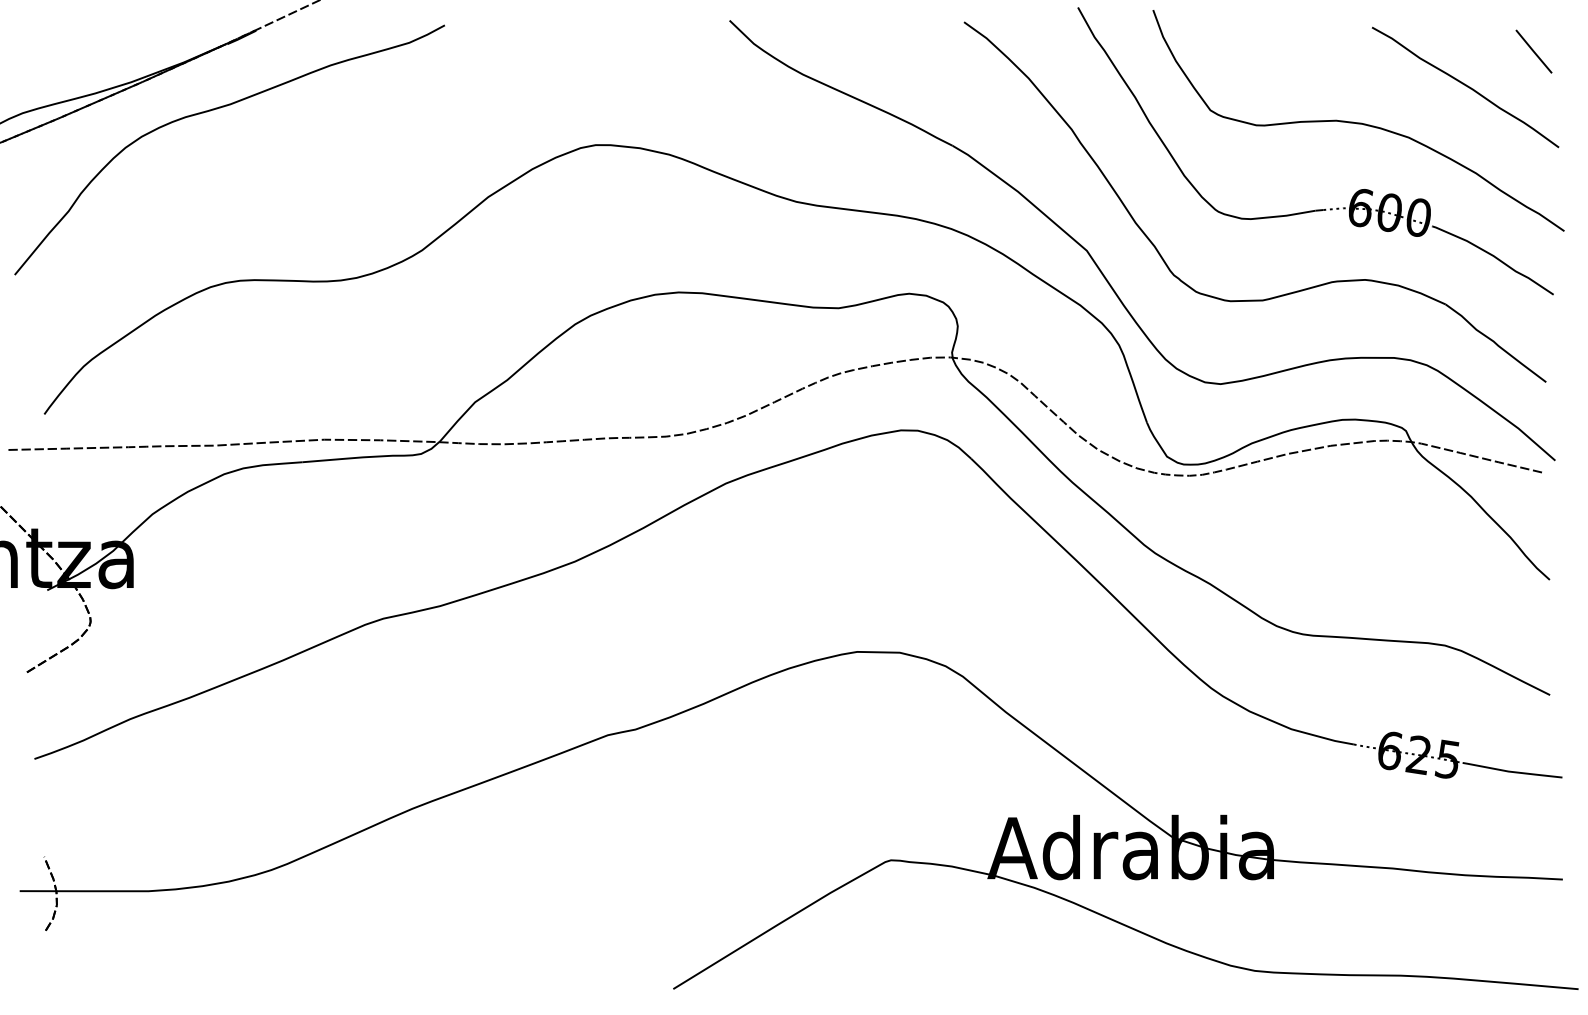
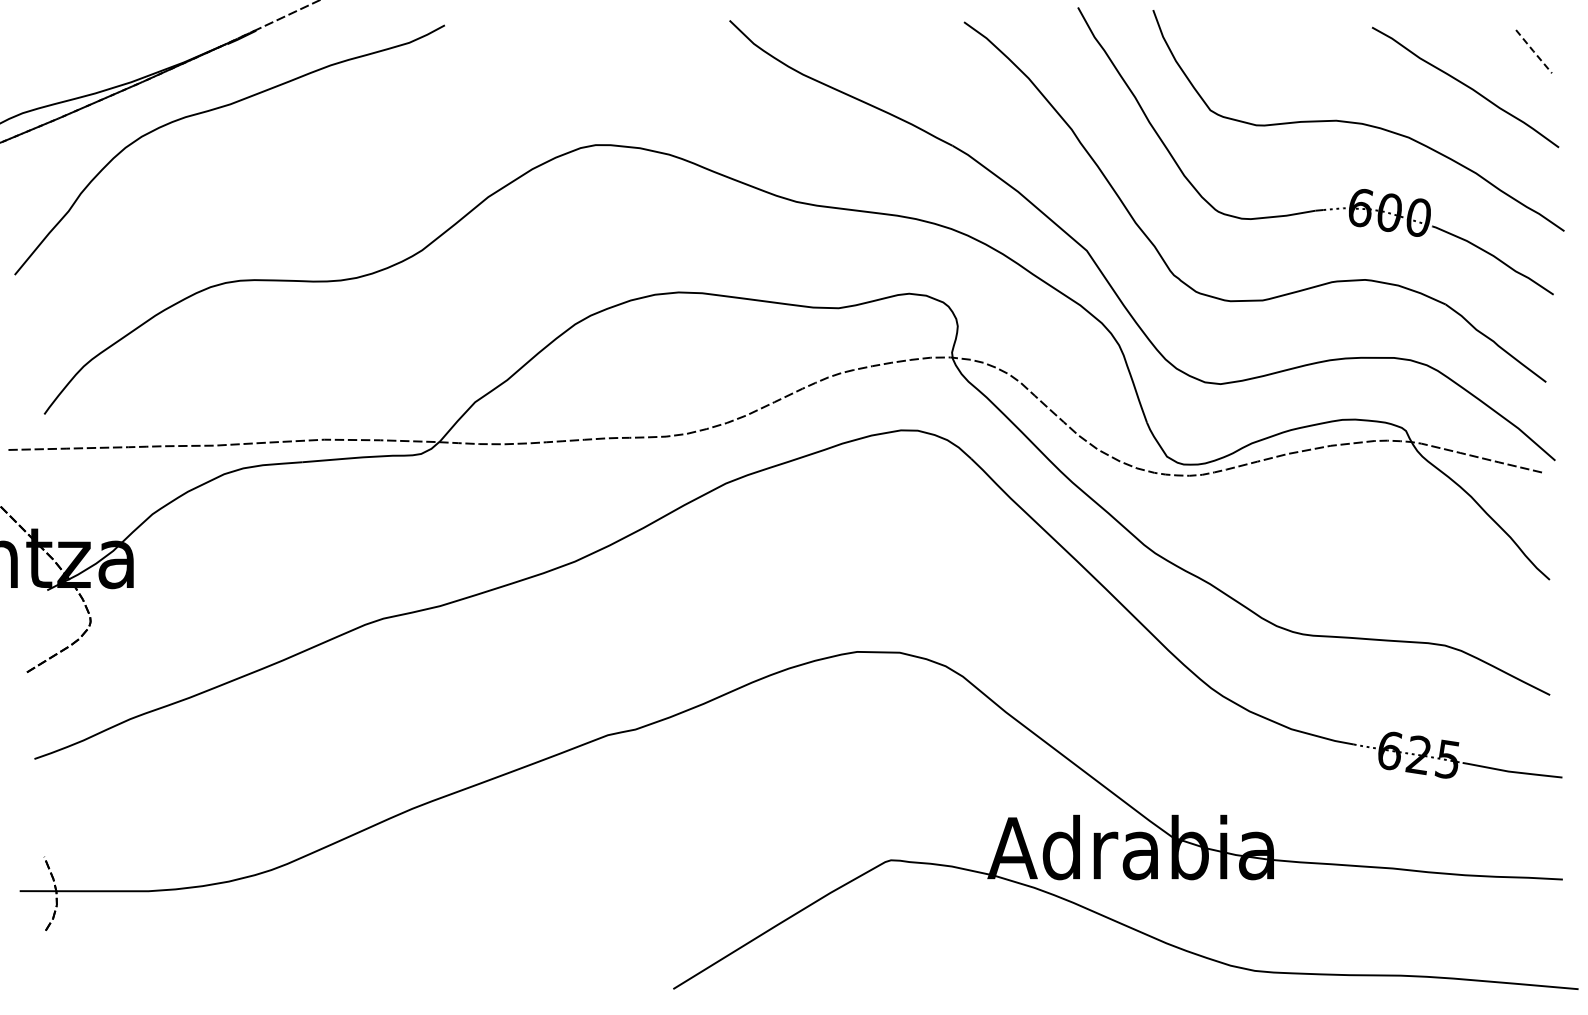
line at (1533, 51): solid -> dashed
